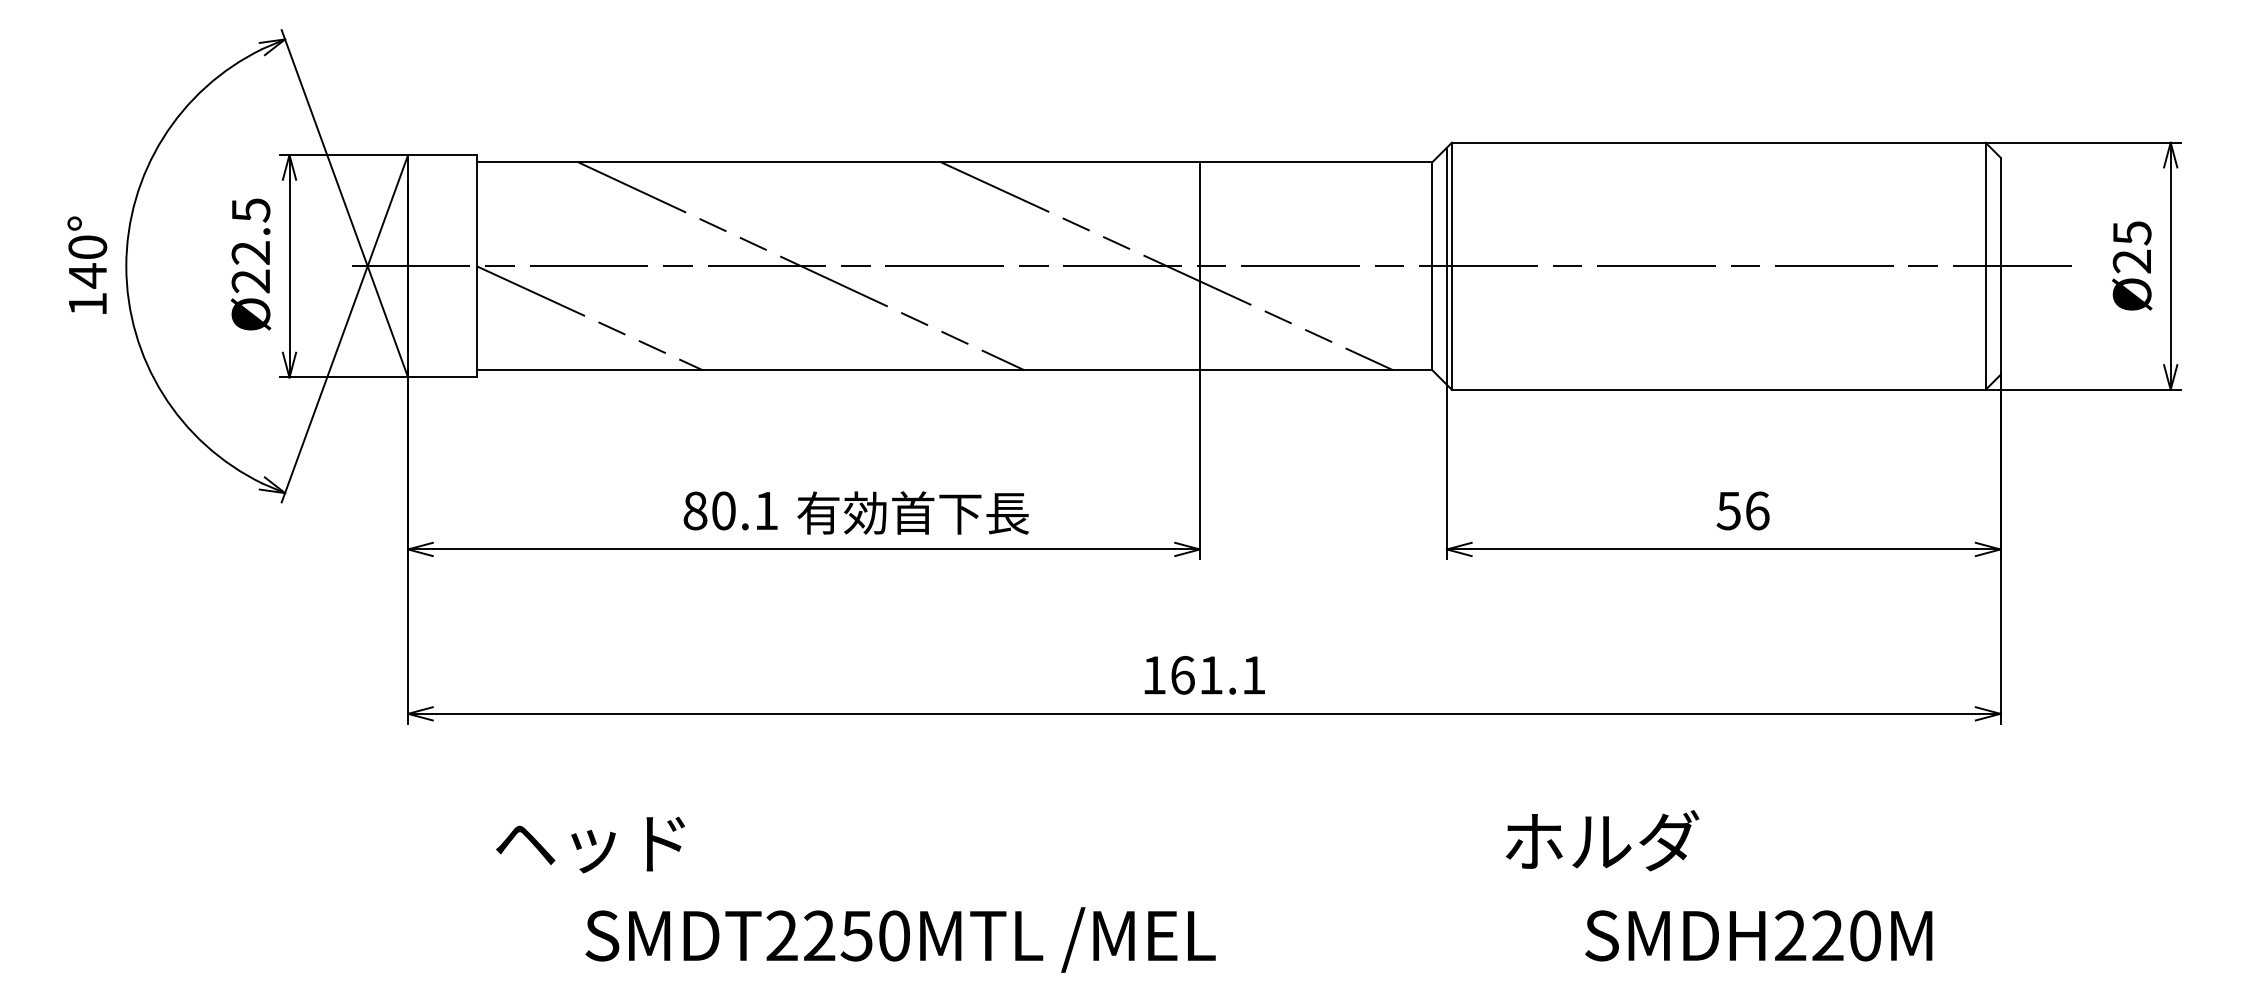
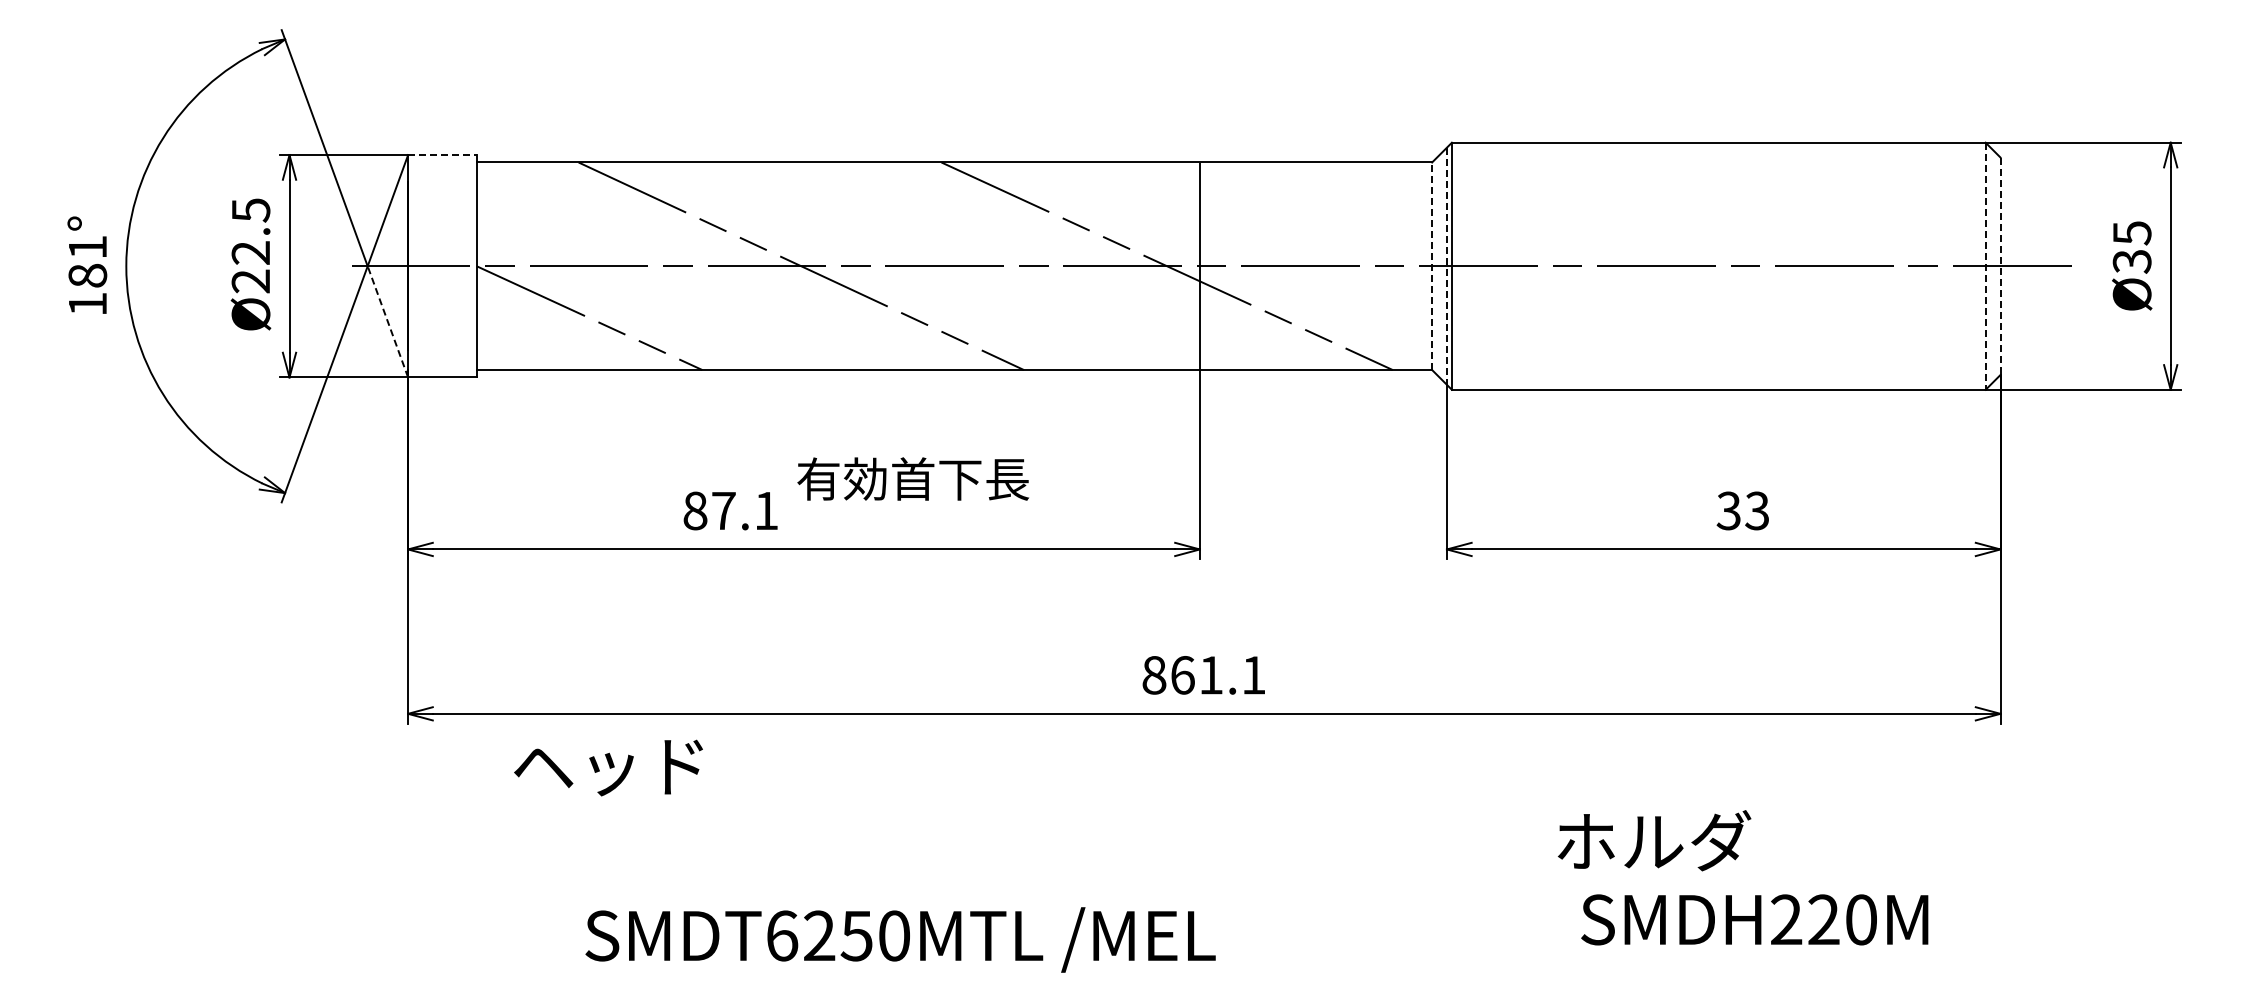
line at (442, 155): solid -> dashed
text at (87, 261): 140° -> 181°
text at (2132, 261): Ø25 -> Ø35
line at (1432, 266): solid -> dashed
line at (1446, 266): solid -> dashed
line at (1985, 266): solid -> dashed
line at (2000, 266): solid -> dashed
line at (387, 321): solid -> dashed
text at (723, 510): 80.1 -> 87.1
text at (1742, 510): 56 -> 33
text at (913, 512) position: (913, 512) -> (913, 478)
text at (1154, 675): 161.1 -> 861.1
text at (1602, 840) position: (1602, 840) -> (1654, 840)
text at (590, 844) position: (590, 844) -> (608, 767)
text at (782, 935): SMDT2250MTL -> SMDT6250MTL
text at (1758, 935) position: (1758, 935) -> (1754, 919)
